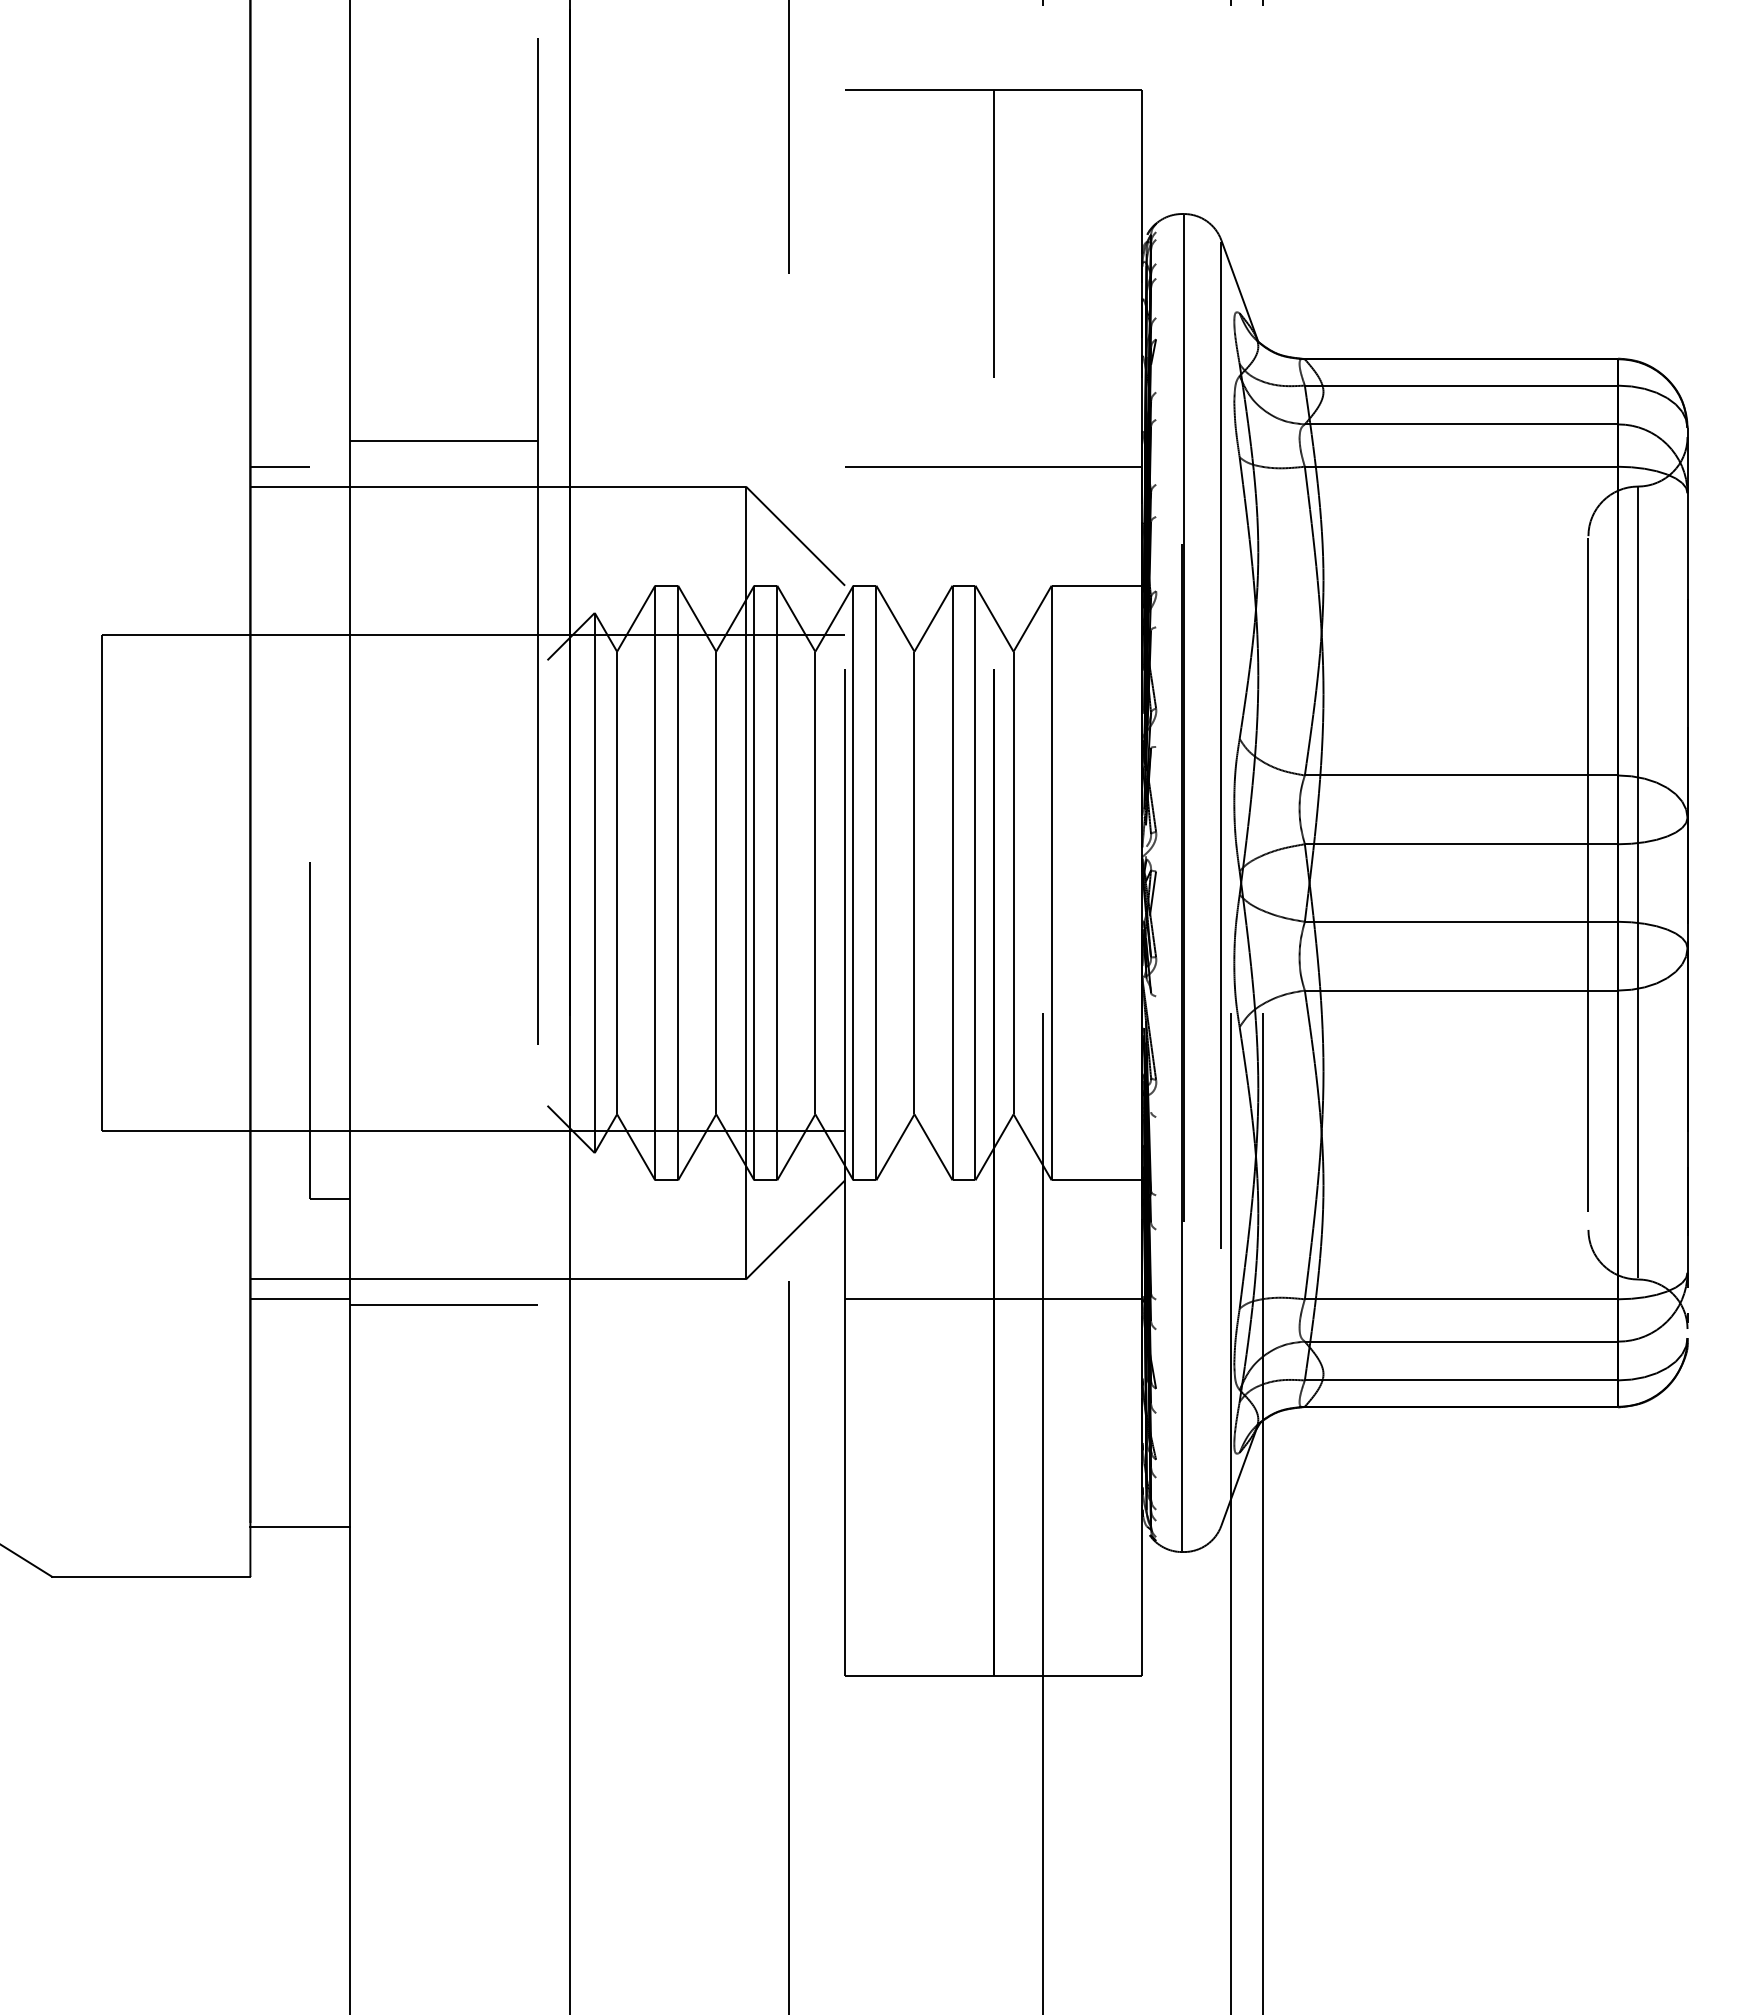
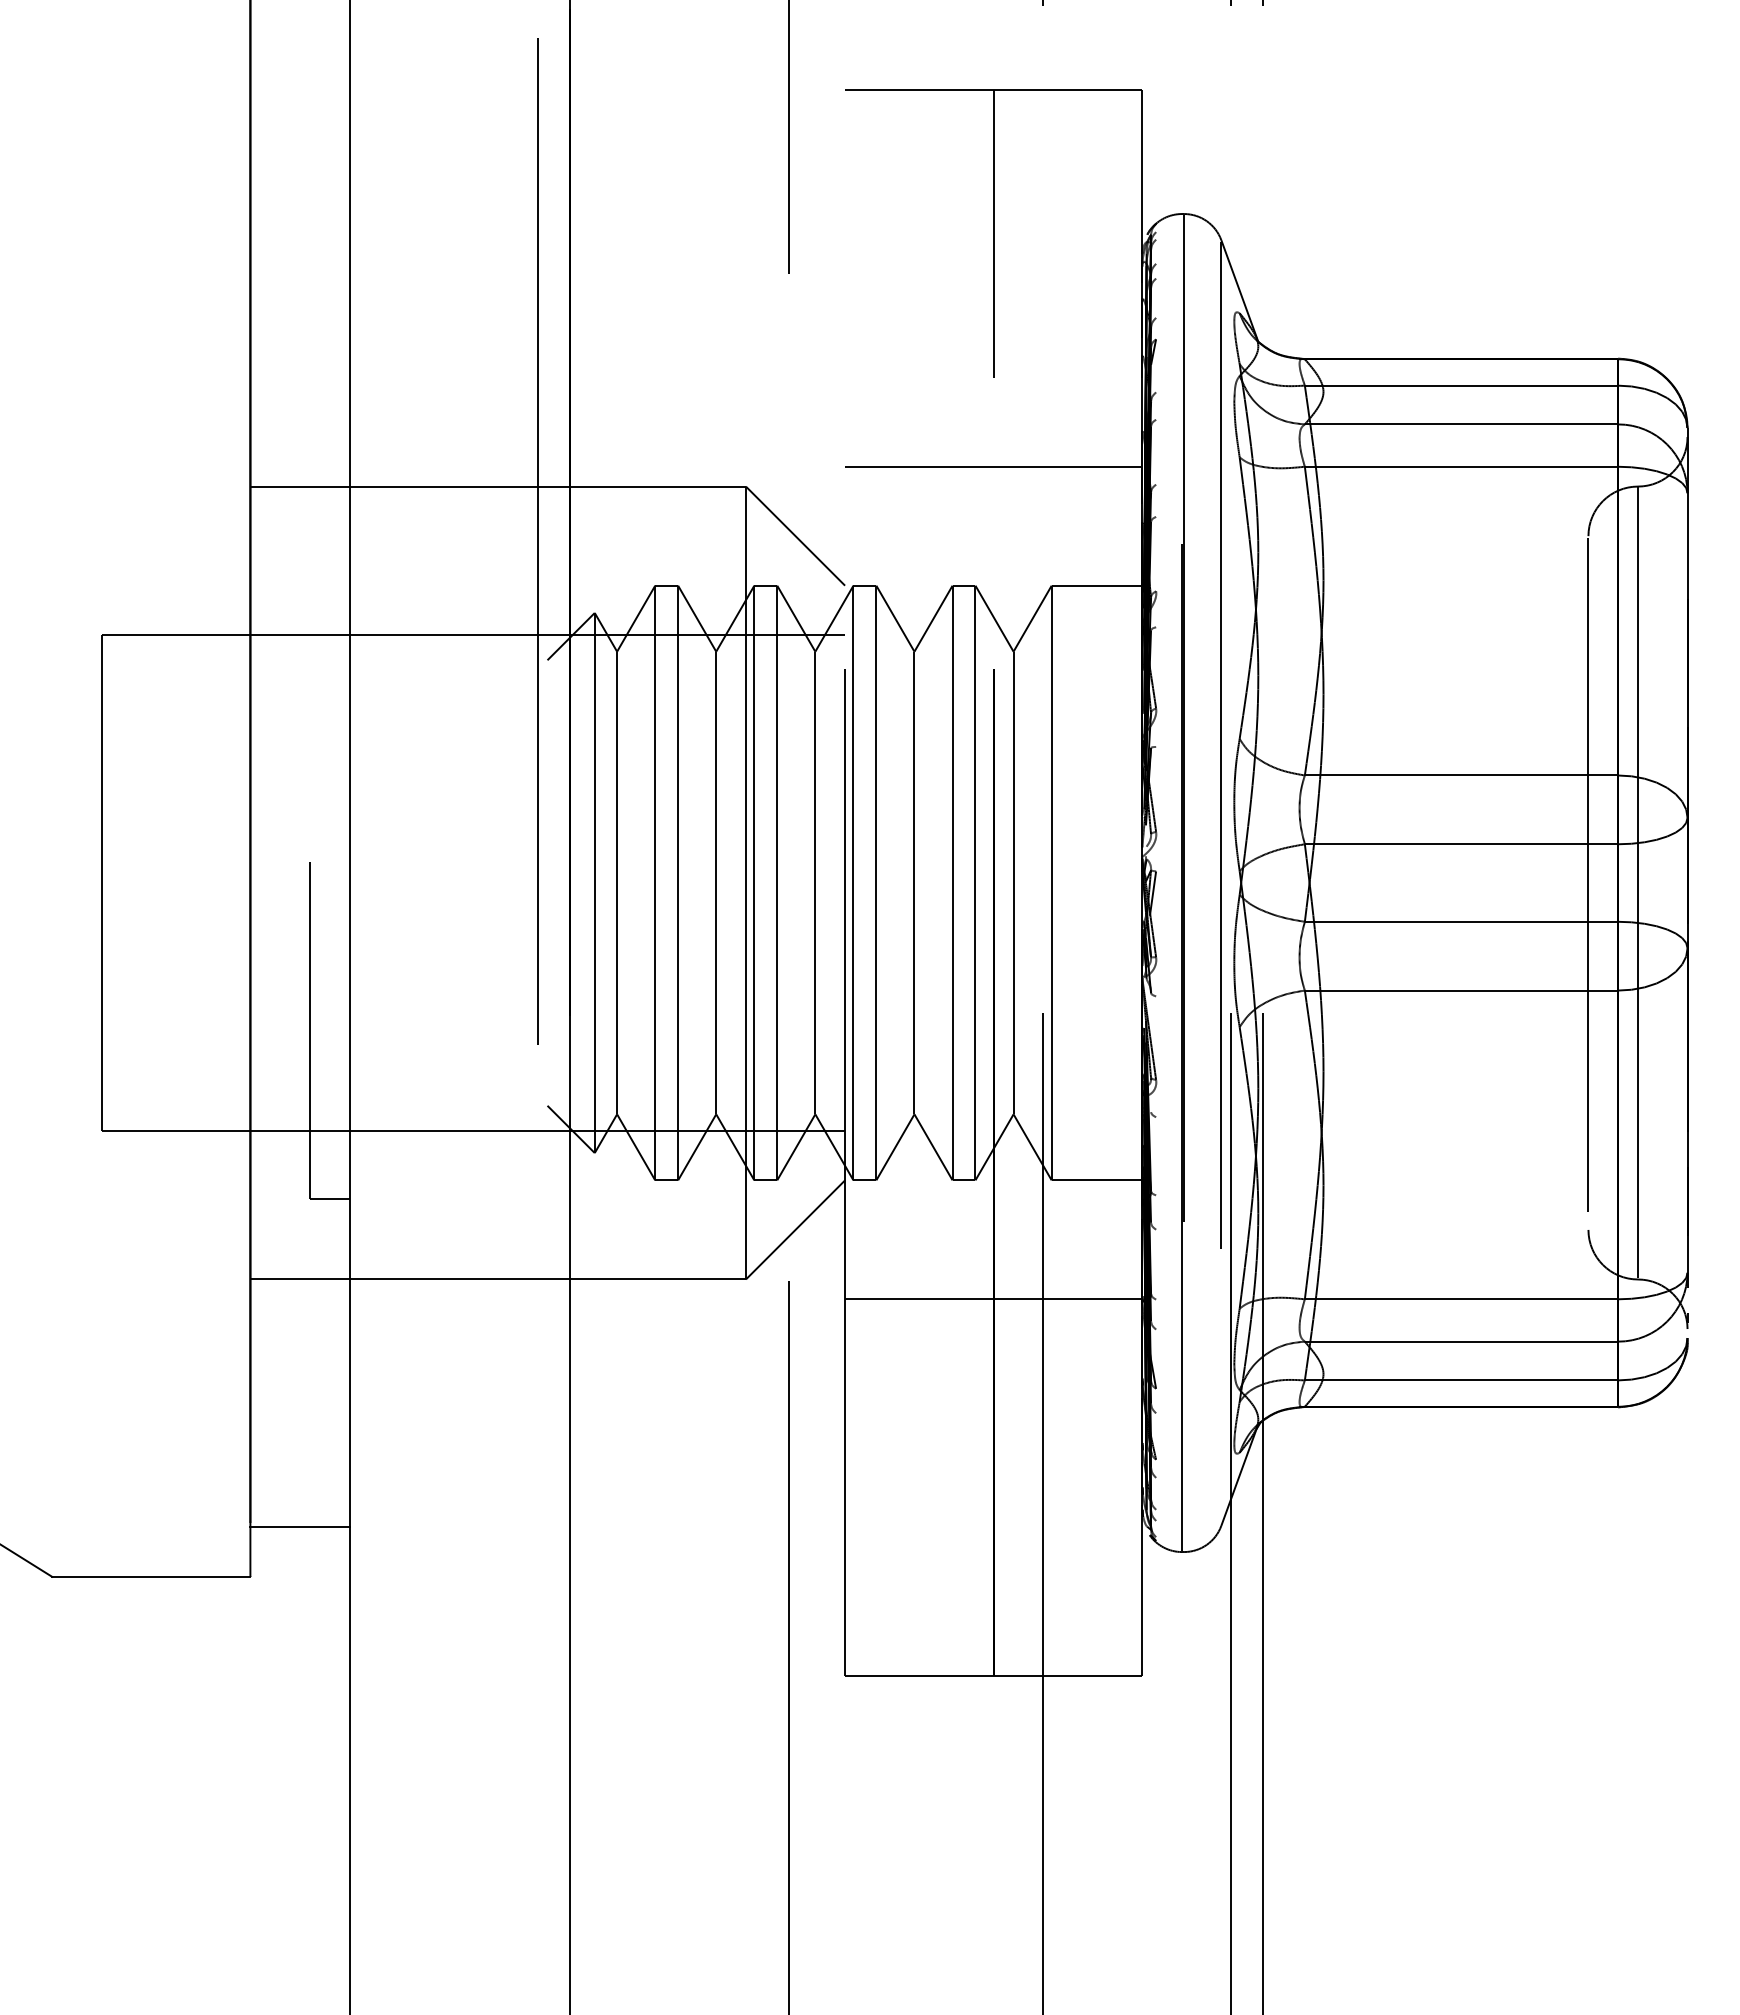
line at (443, 441): present -> none
line at (279, 466): present -> none
line at (299, 1299): present -> none
line at (443, 1304): present -> none
